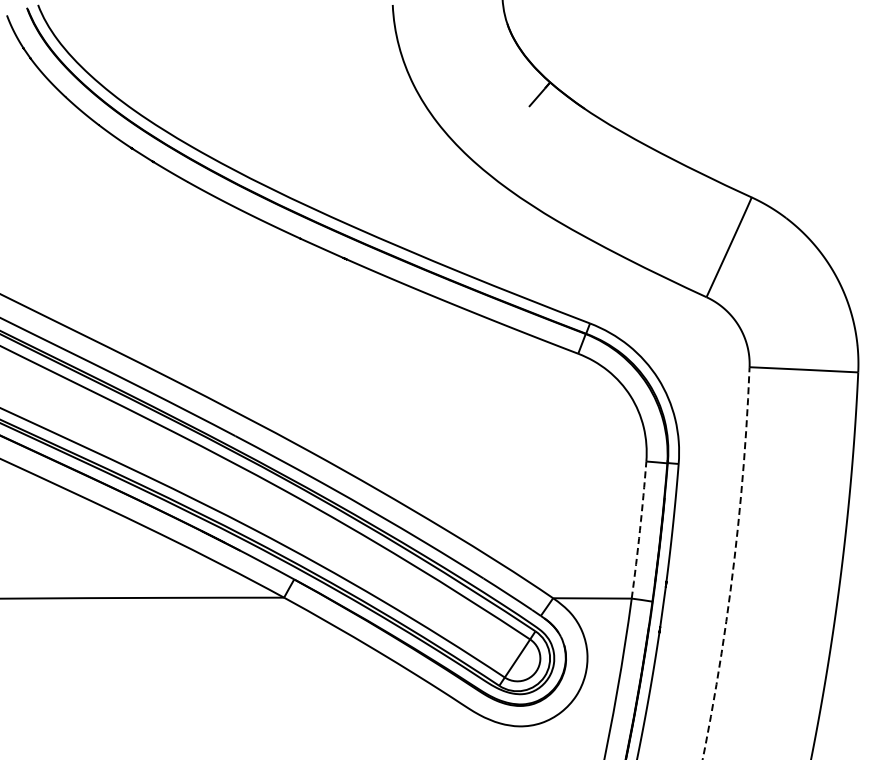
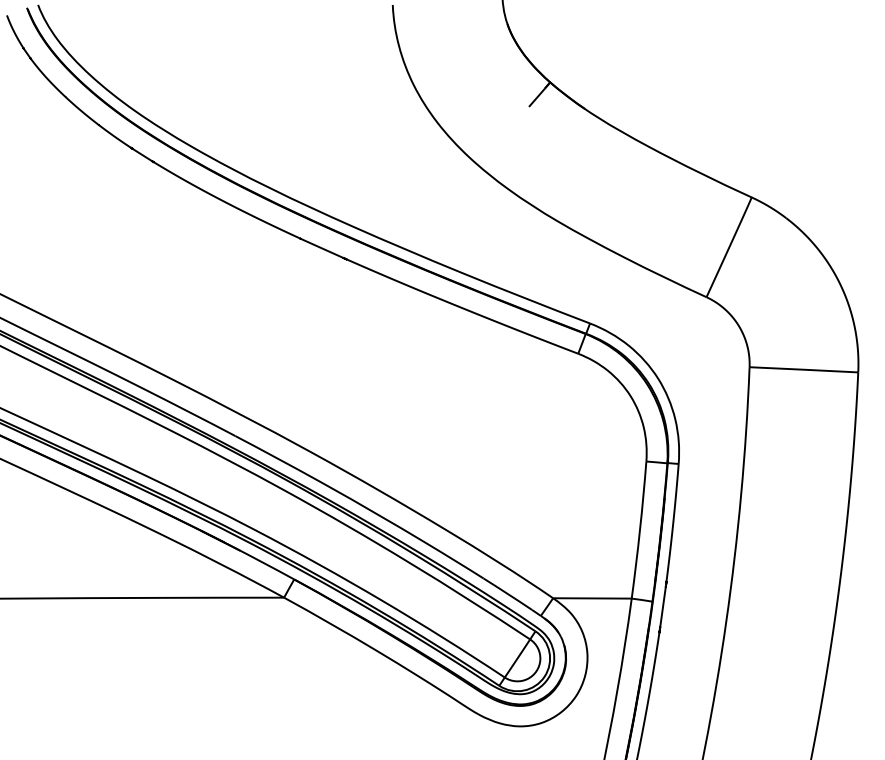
arc at (640, 530): dashed -> solid
arc at (733, 564): dashed -> solid
